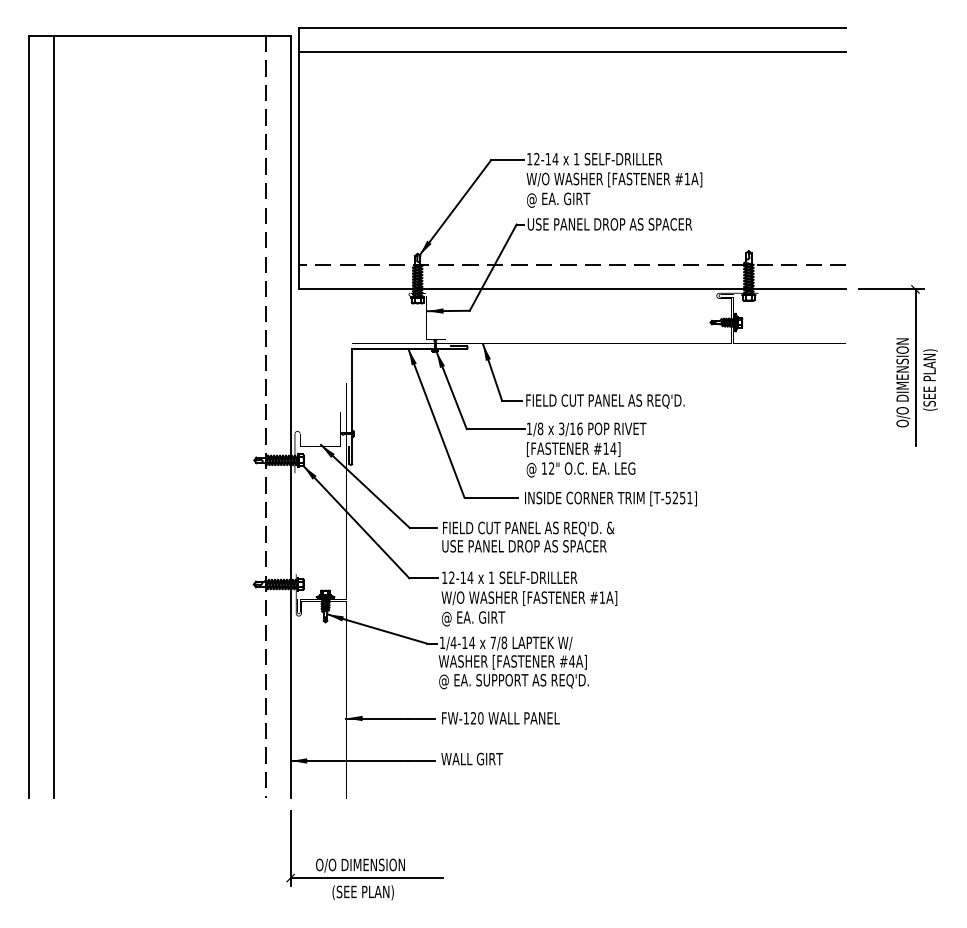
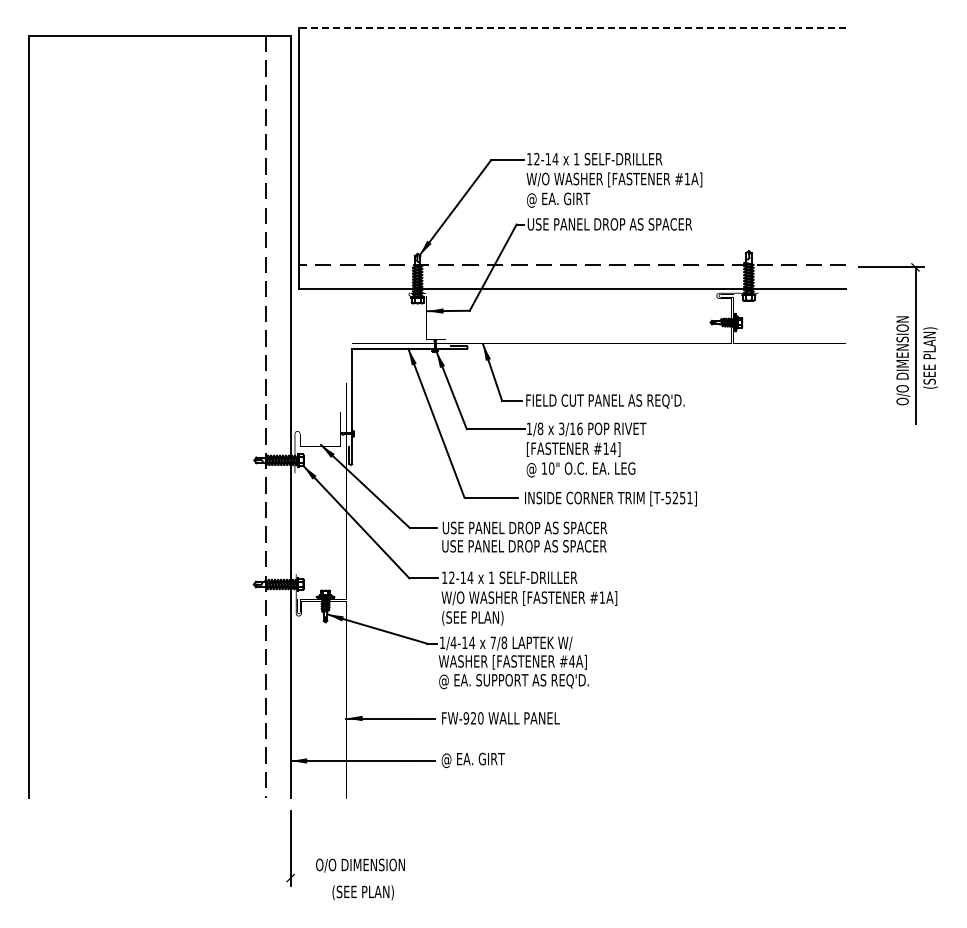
line at (572, 27): solid -> dashed
line at (572, 52): present -> none
part at (897, 365) position: (897, 365) -> (897, 343)
line at (53, 416): present -> none
text at (551, 468): 12" -> 10"
text at (528, 528): FIELD CUT PANEL AS REQ'D. & -> USE PANEL DROP AS SPACER
text at (473, 618): @ EA. GIRT -> (SEE PLAN)
text at (466, 718): FW-120 -> FW-920
text at (472, 760): WALL GIRT -> @ EA. GIRT
line at (366, 878): present -> none
